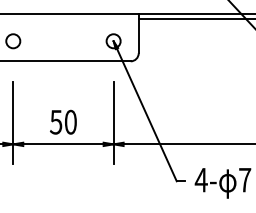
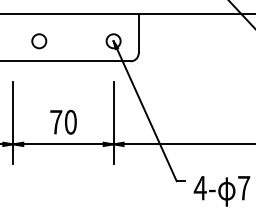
line at (195, 18): present -> none
circle at (13, 41) position: (13, 41) -> (39, 41)
text at (55, 122): 50 -> 70
text at (222, 183) position: (222, 183) -> (221, 191)
